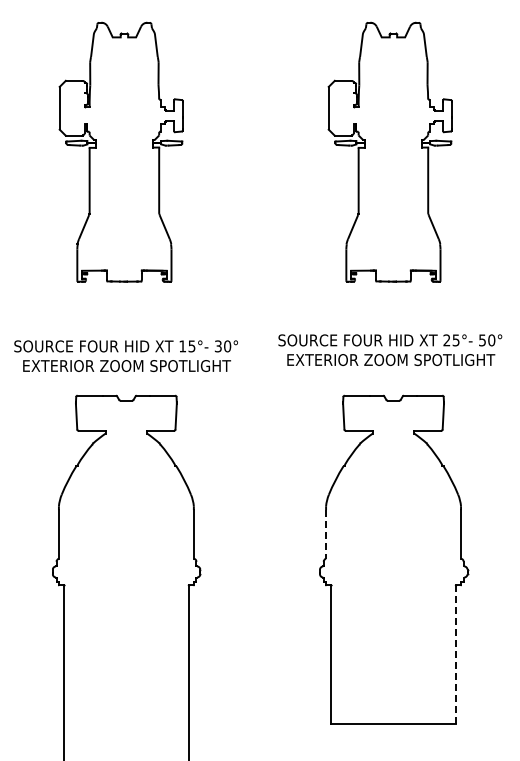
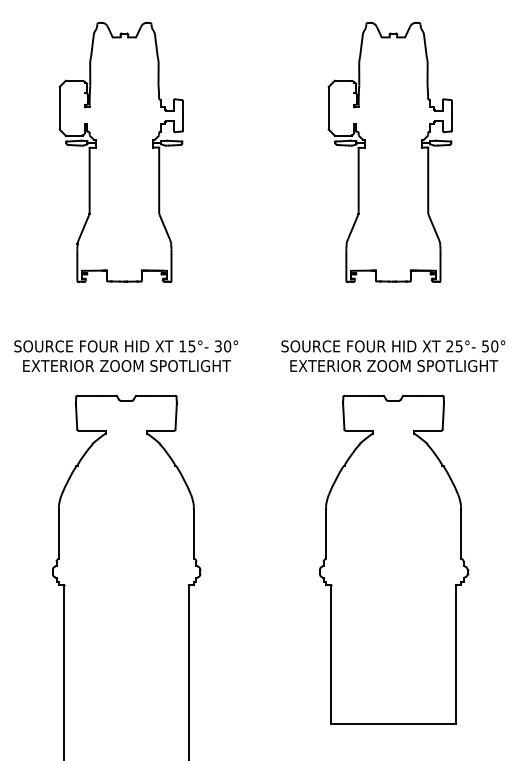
text at (390, 349) position: (390, 349) -> (393, 355)
line at (326, 534): dashed -> solid
line at (455, 654): dashed -> solid
